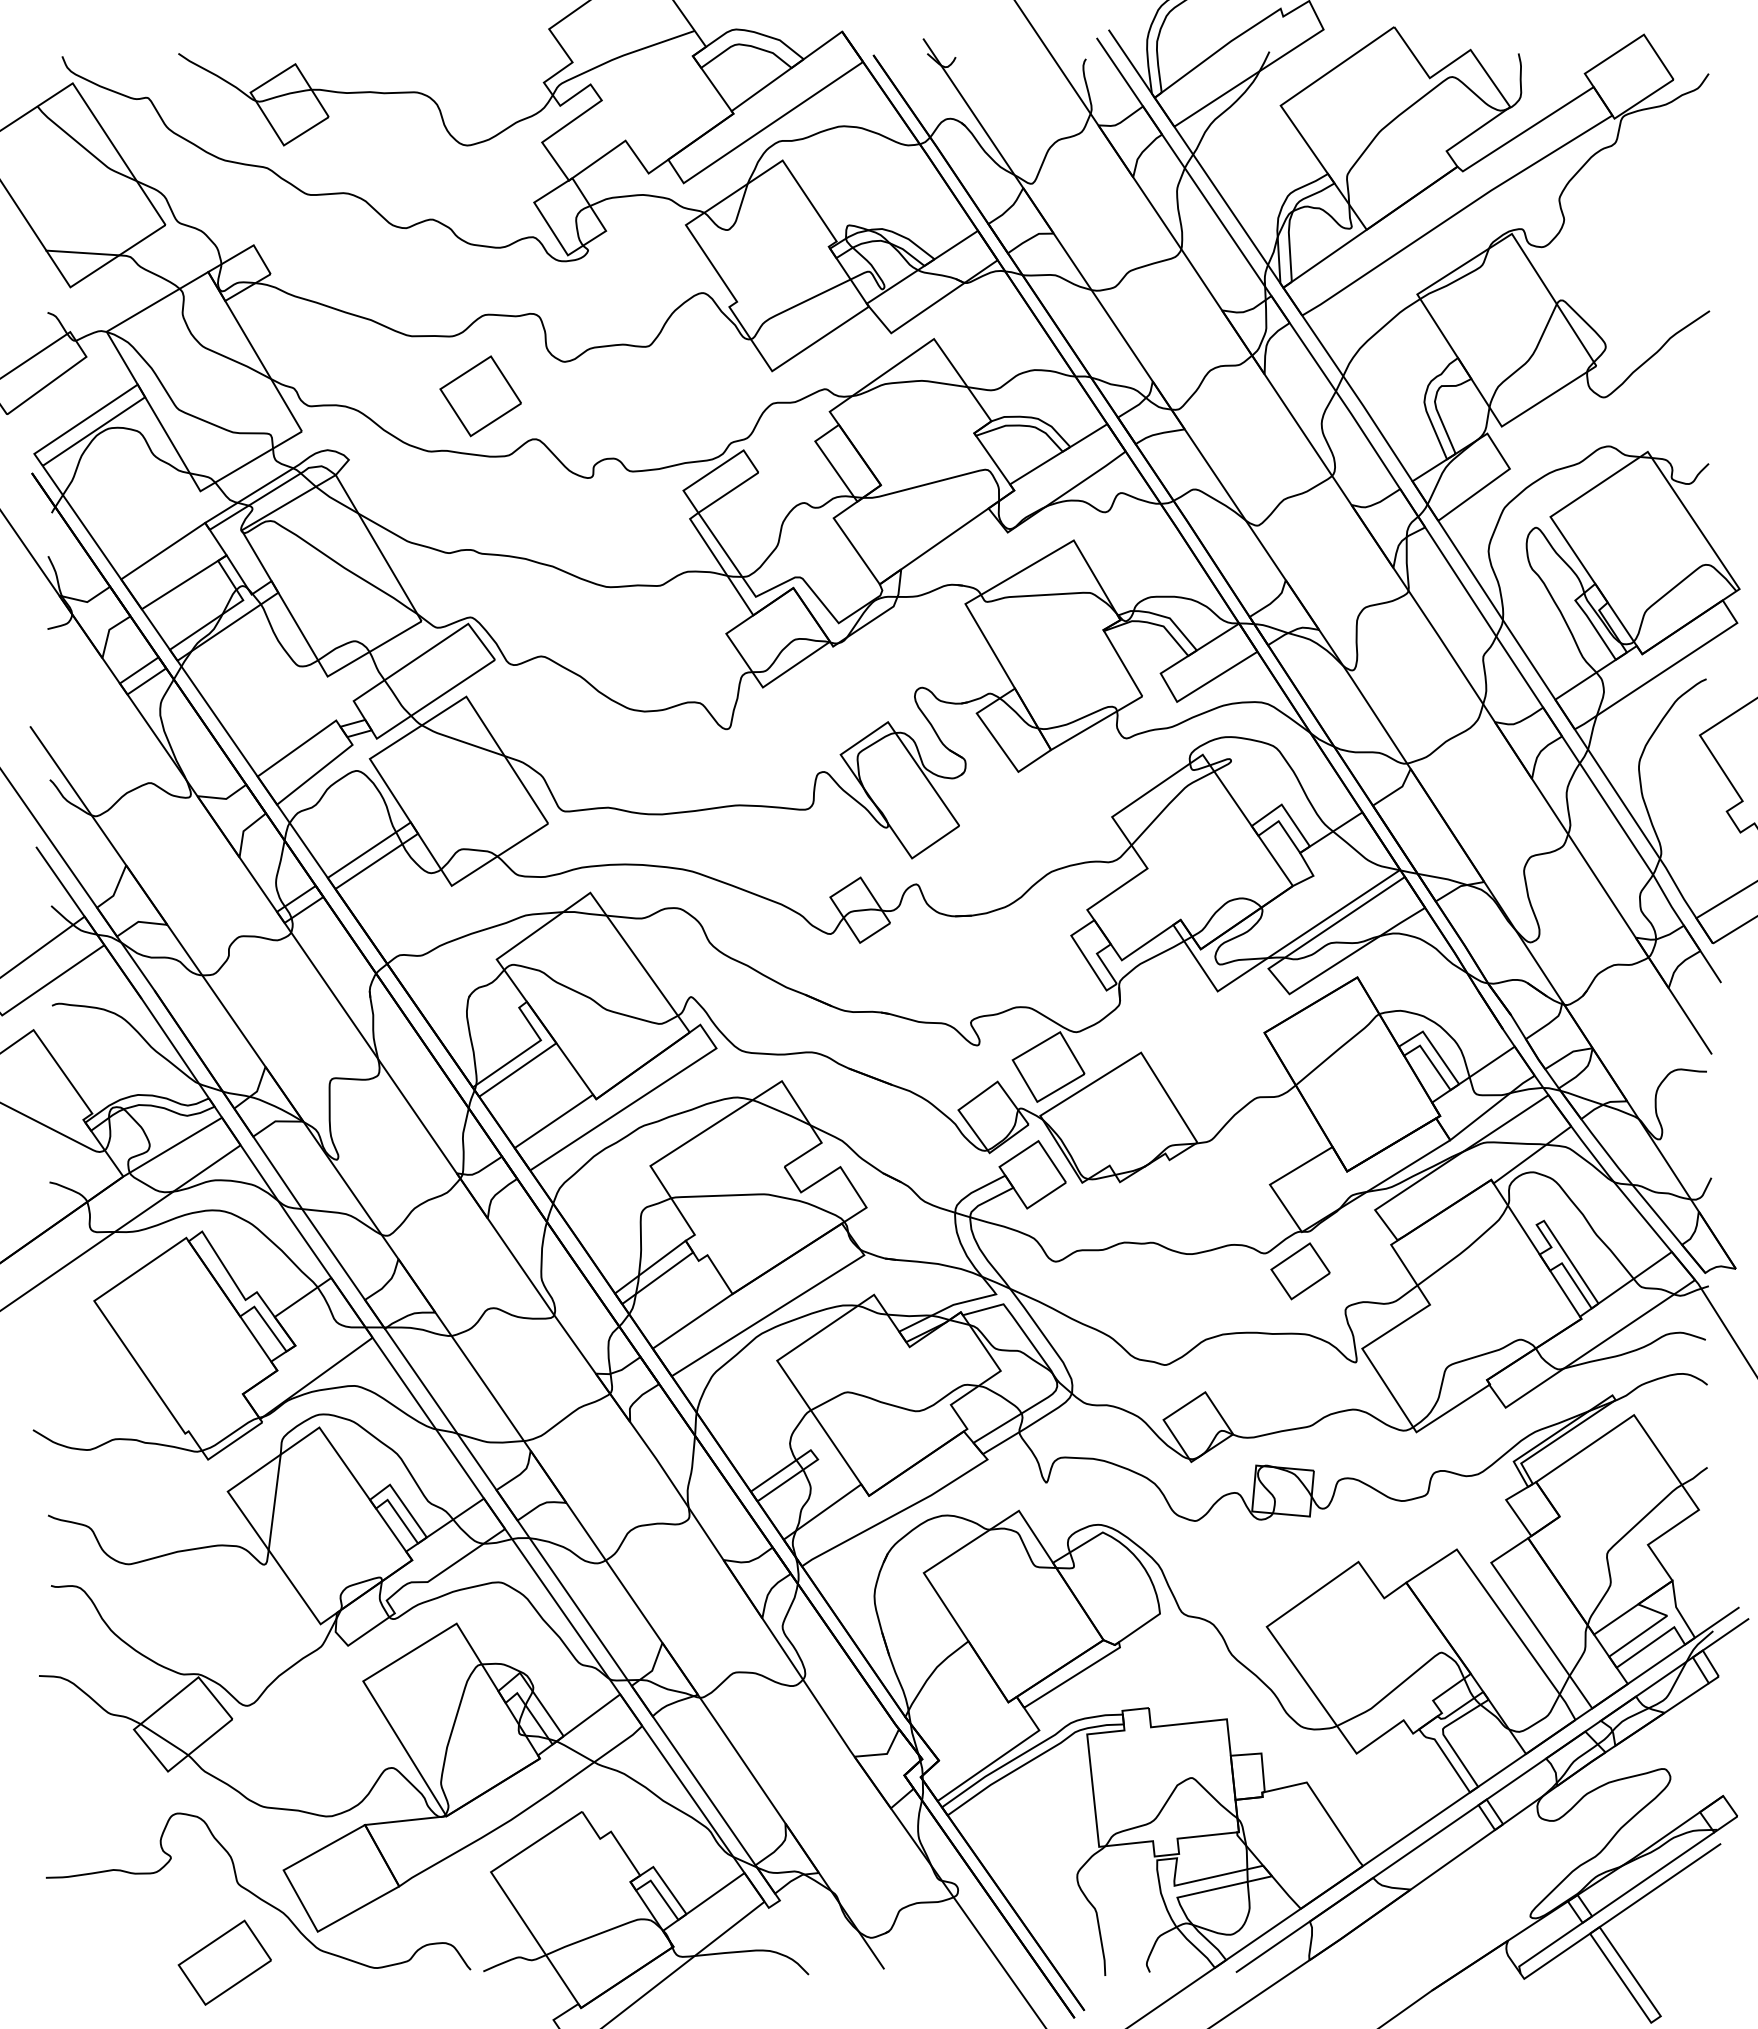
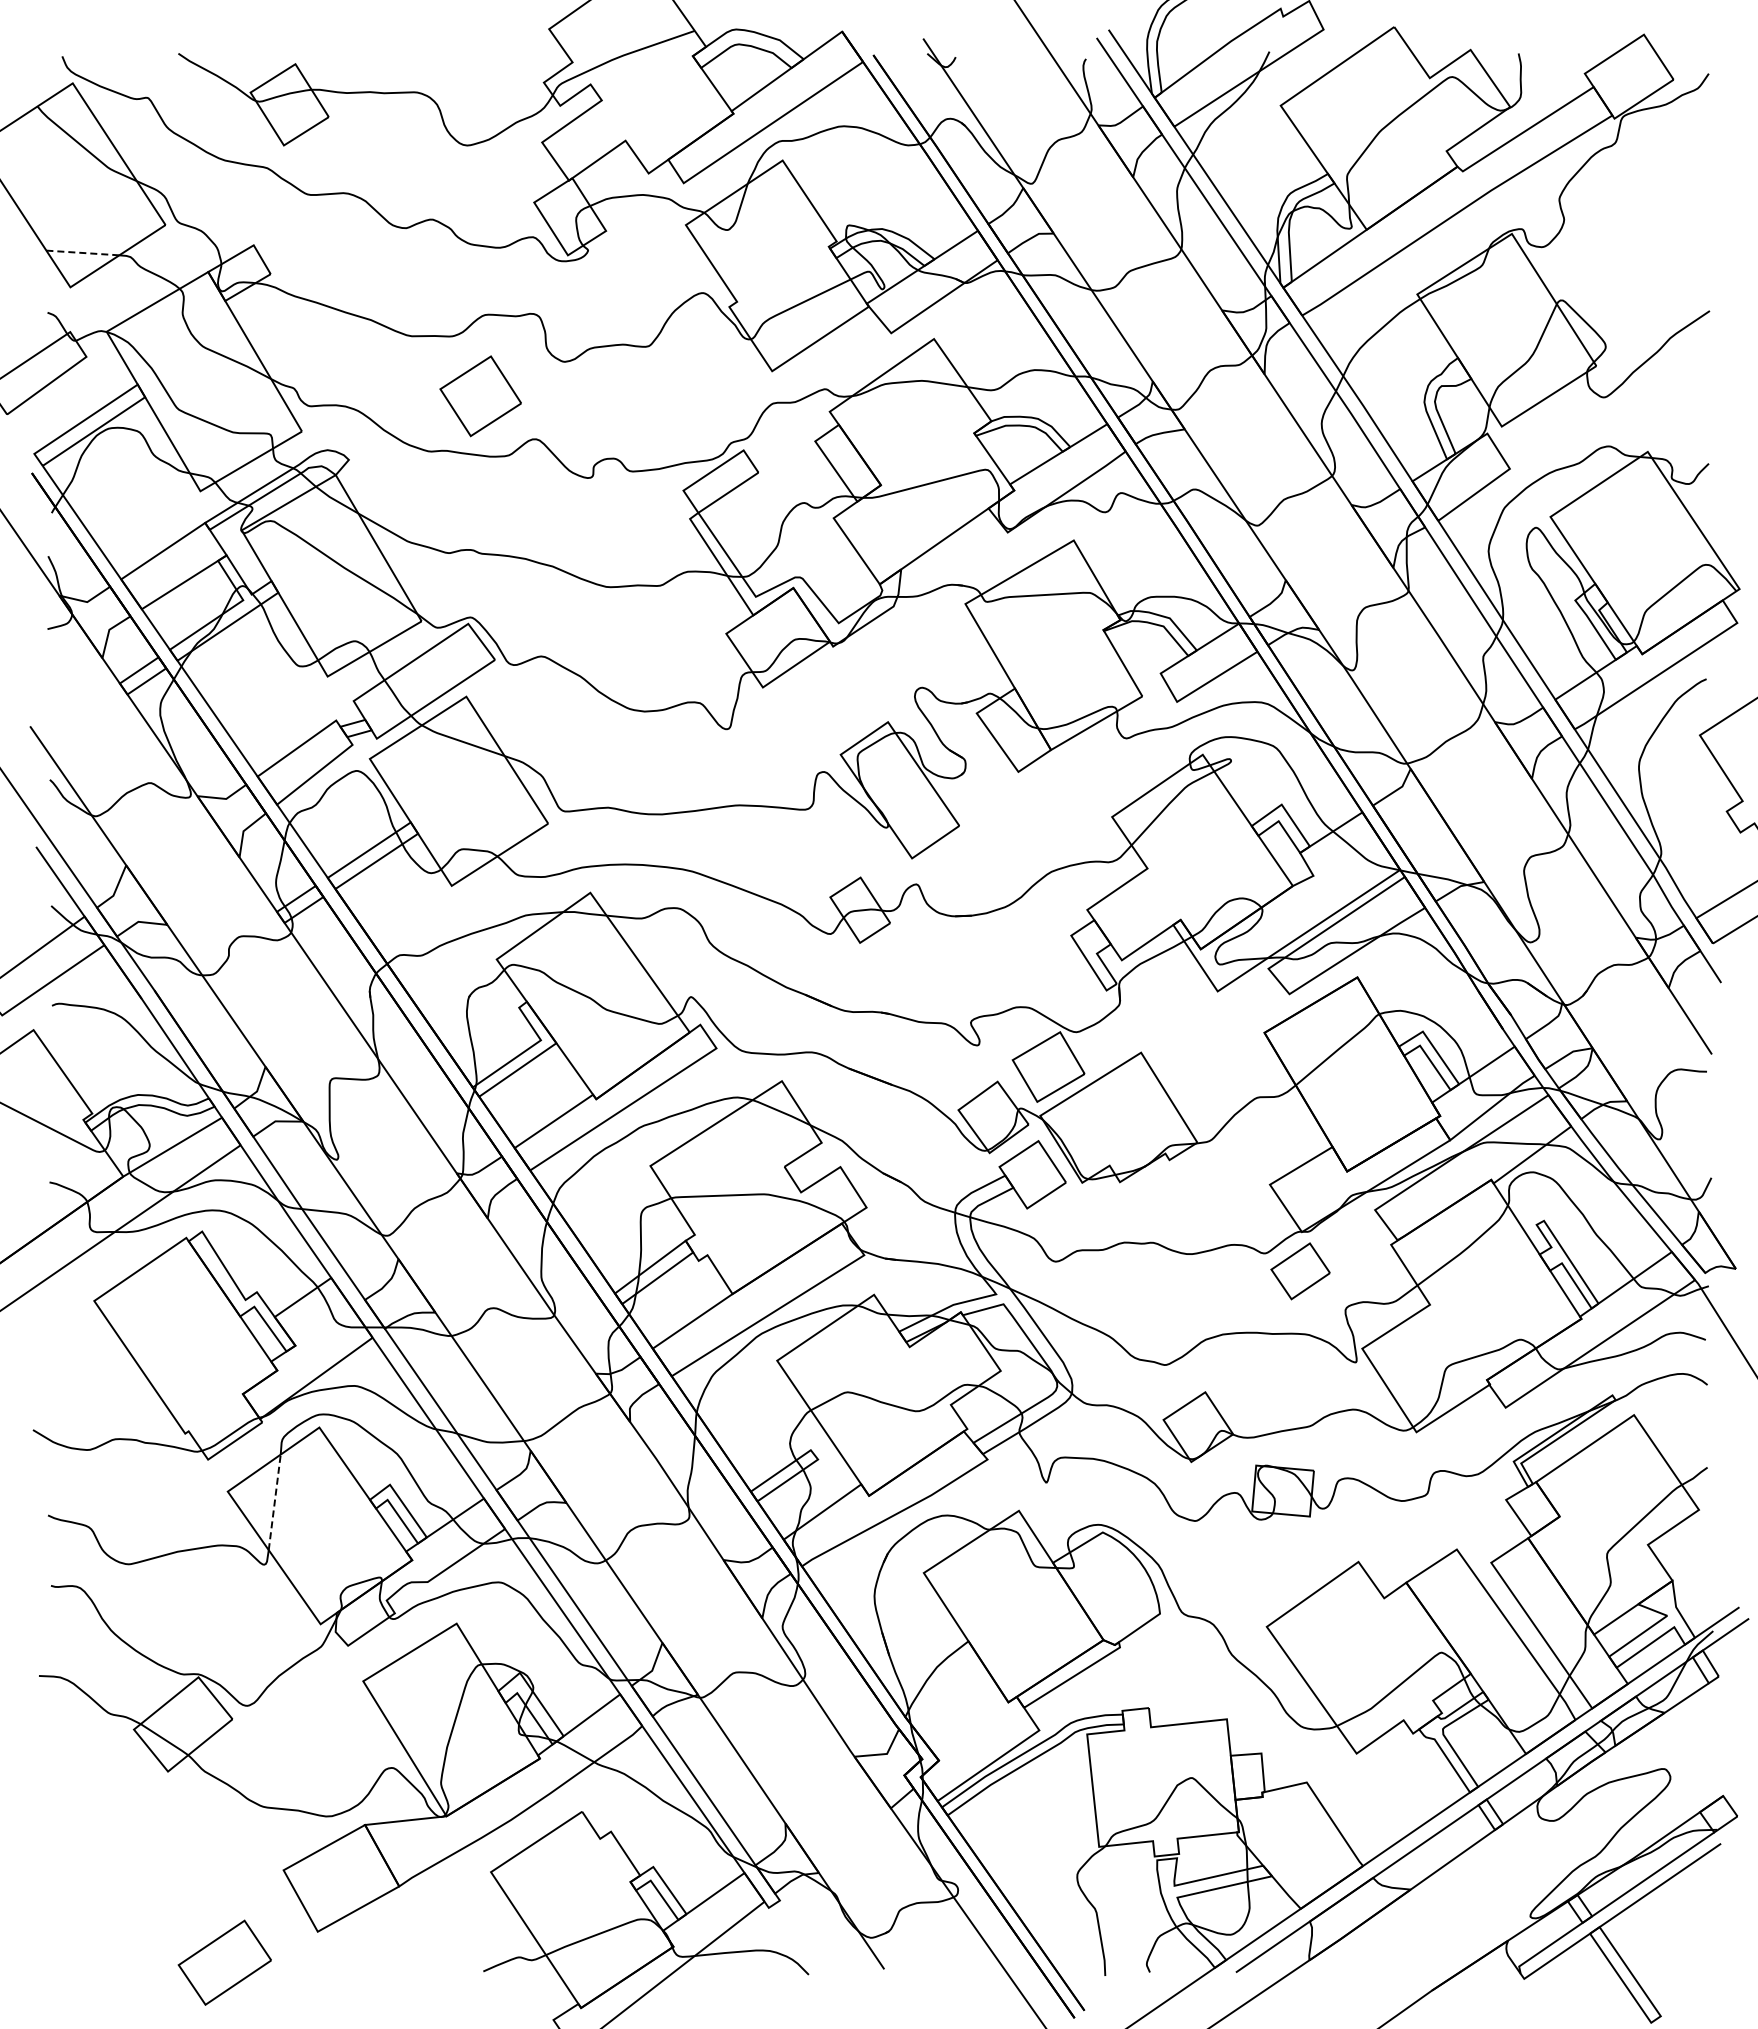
line at (82, 252): solid -> dashed
line at (274, 1501): solid -> dashed
curve at (257, 1895): present -> none
